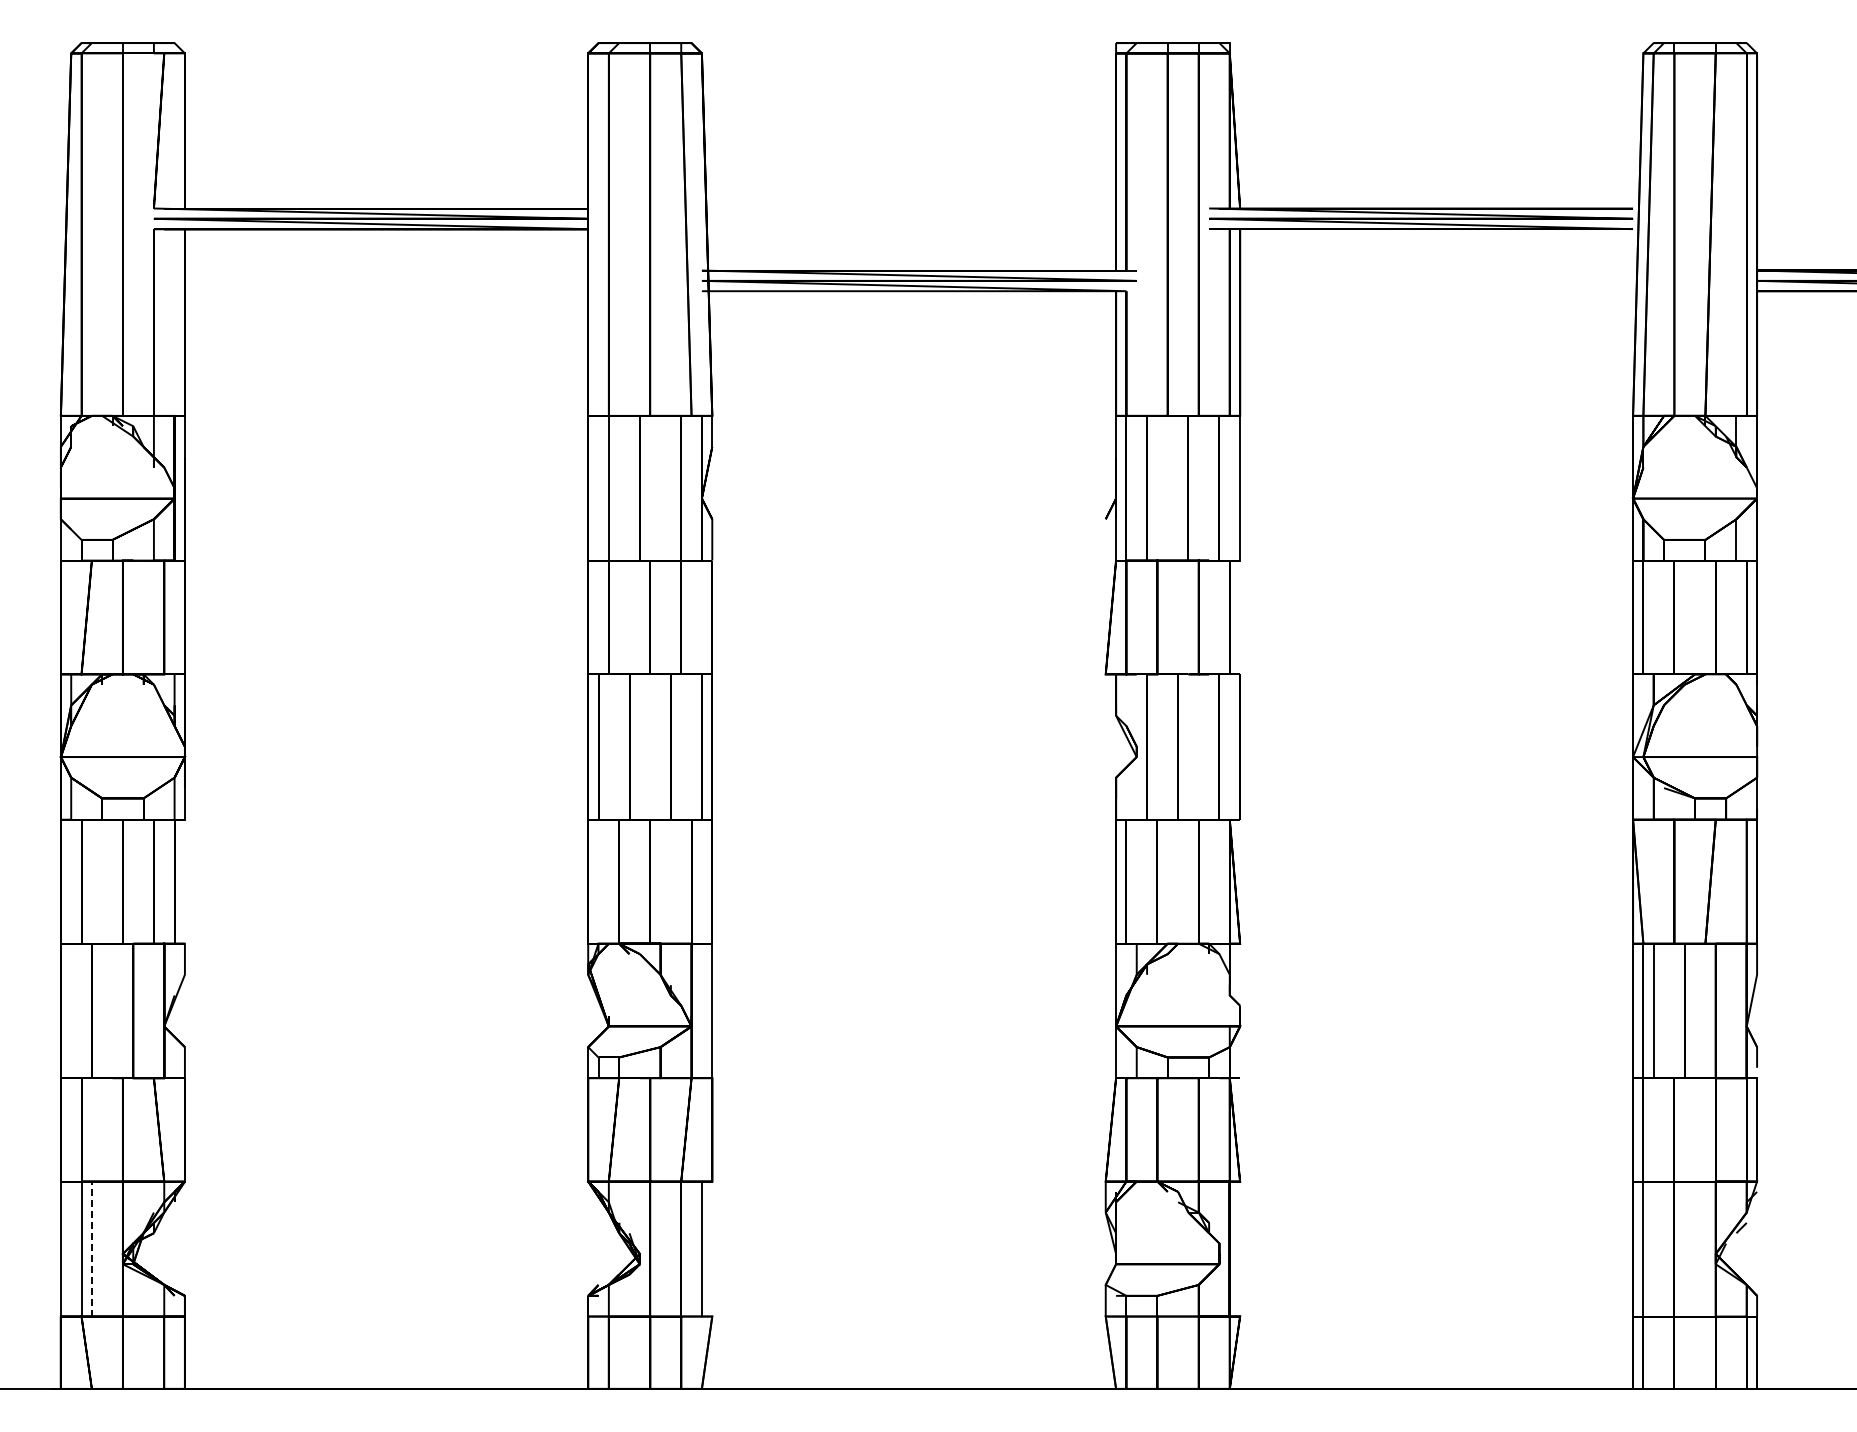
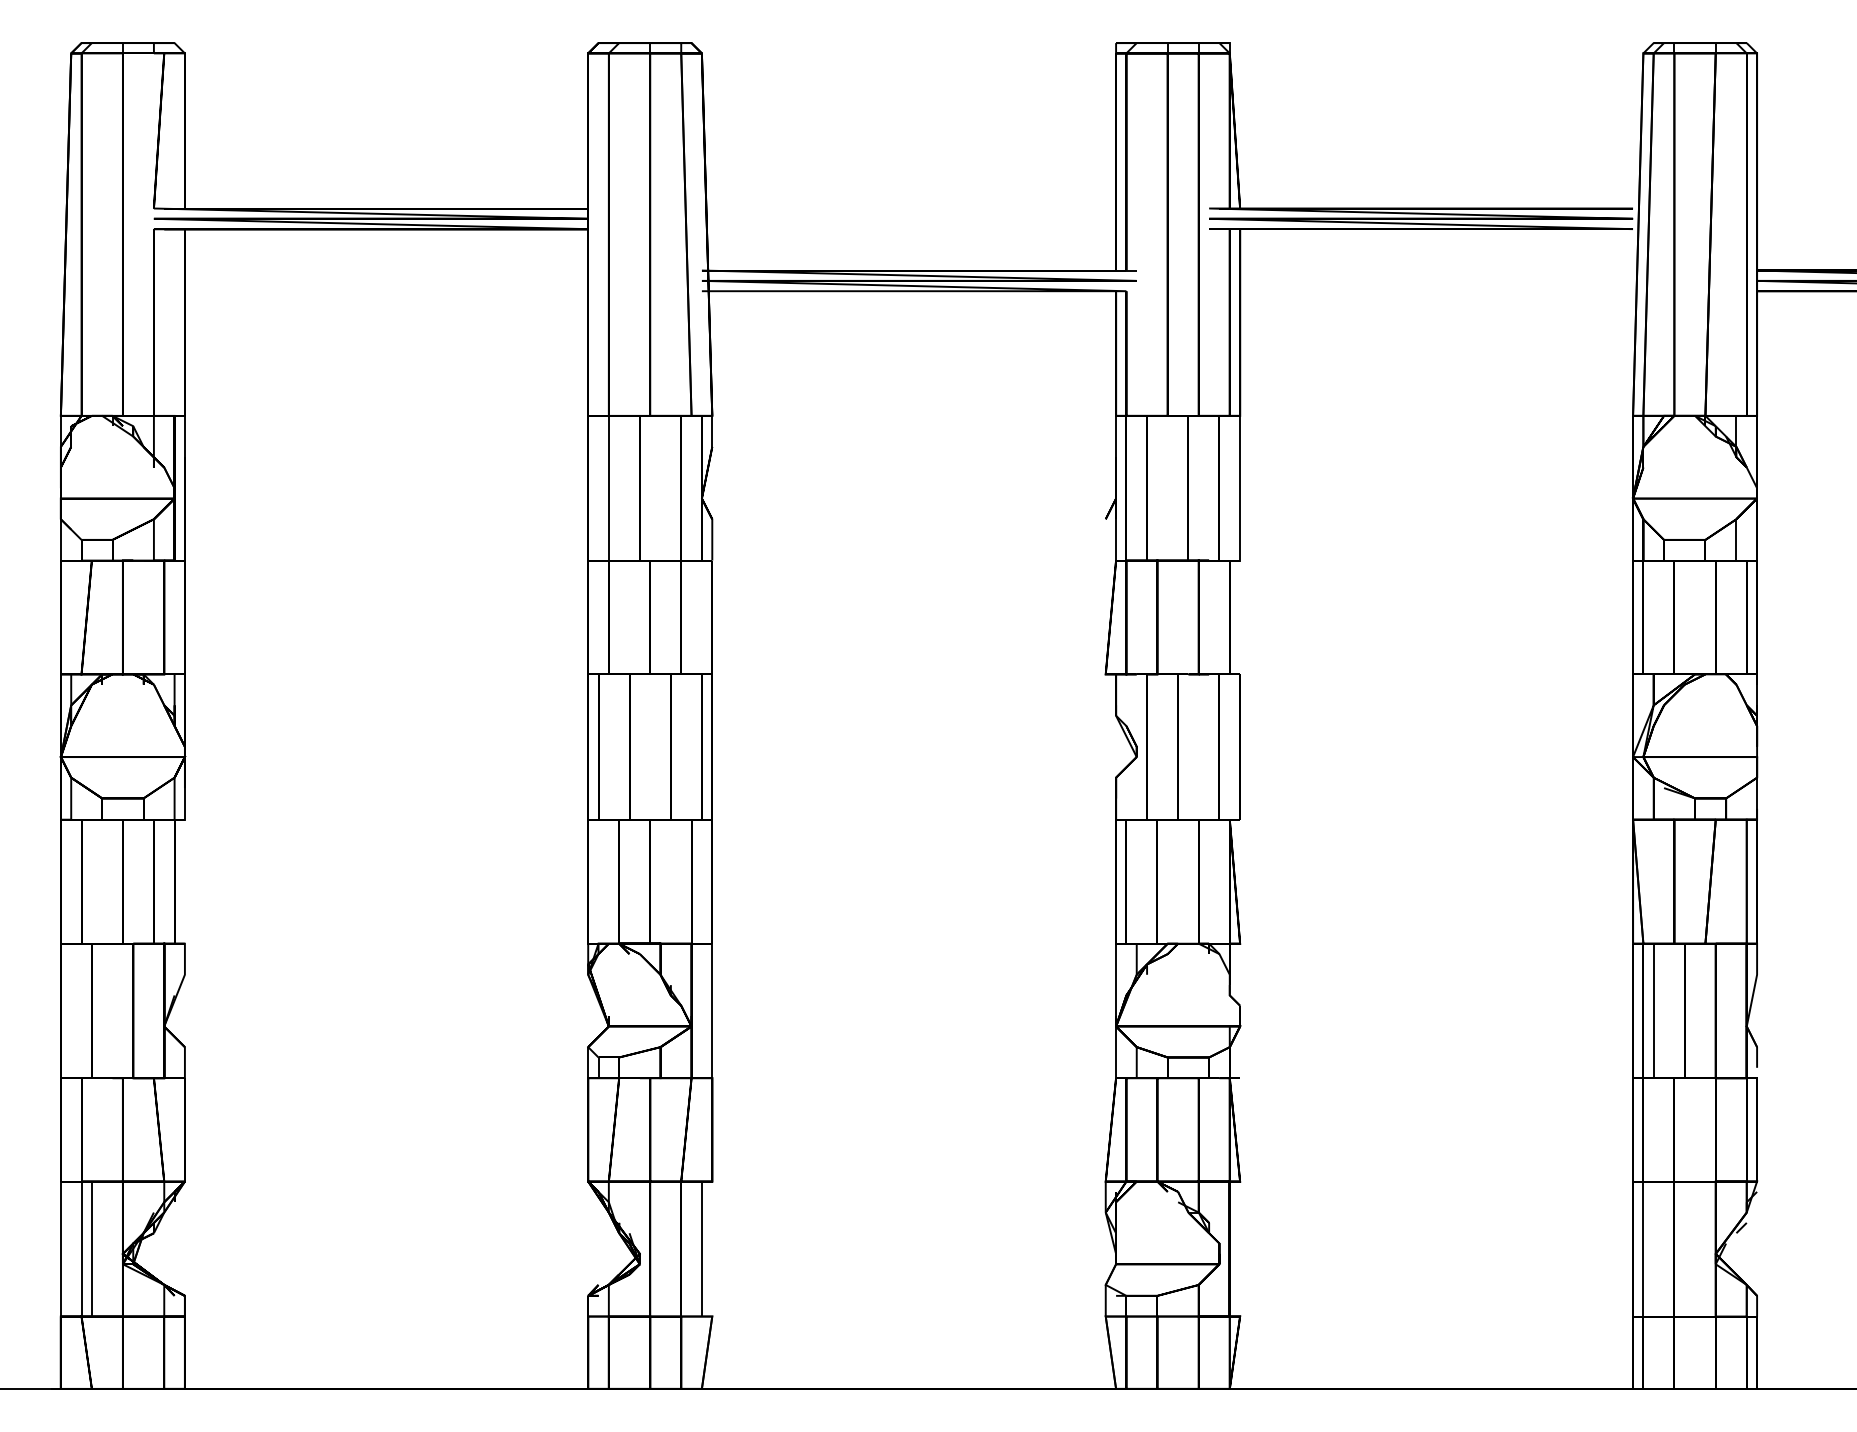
line at (91, 1248): dashed -> solid
